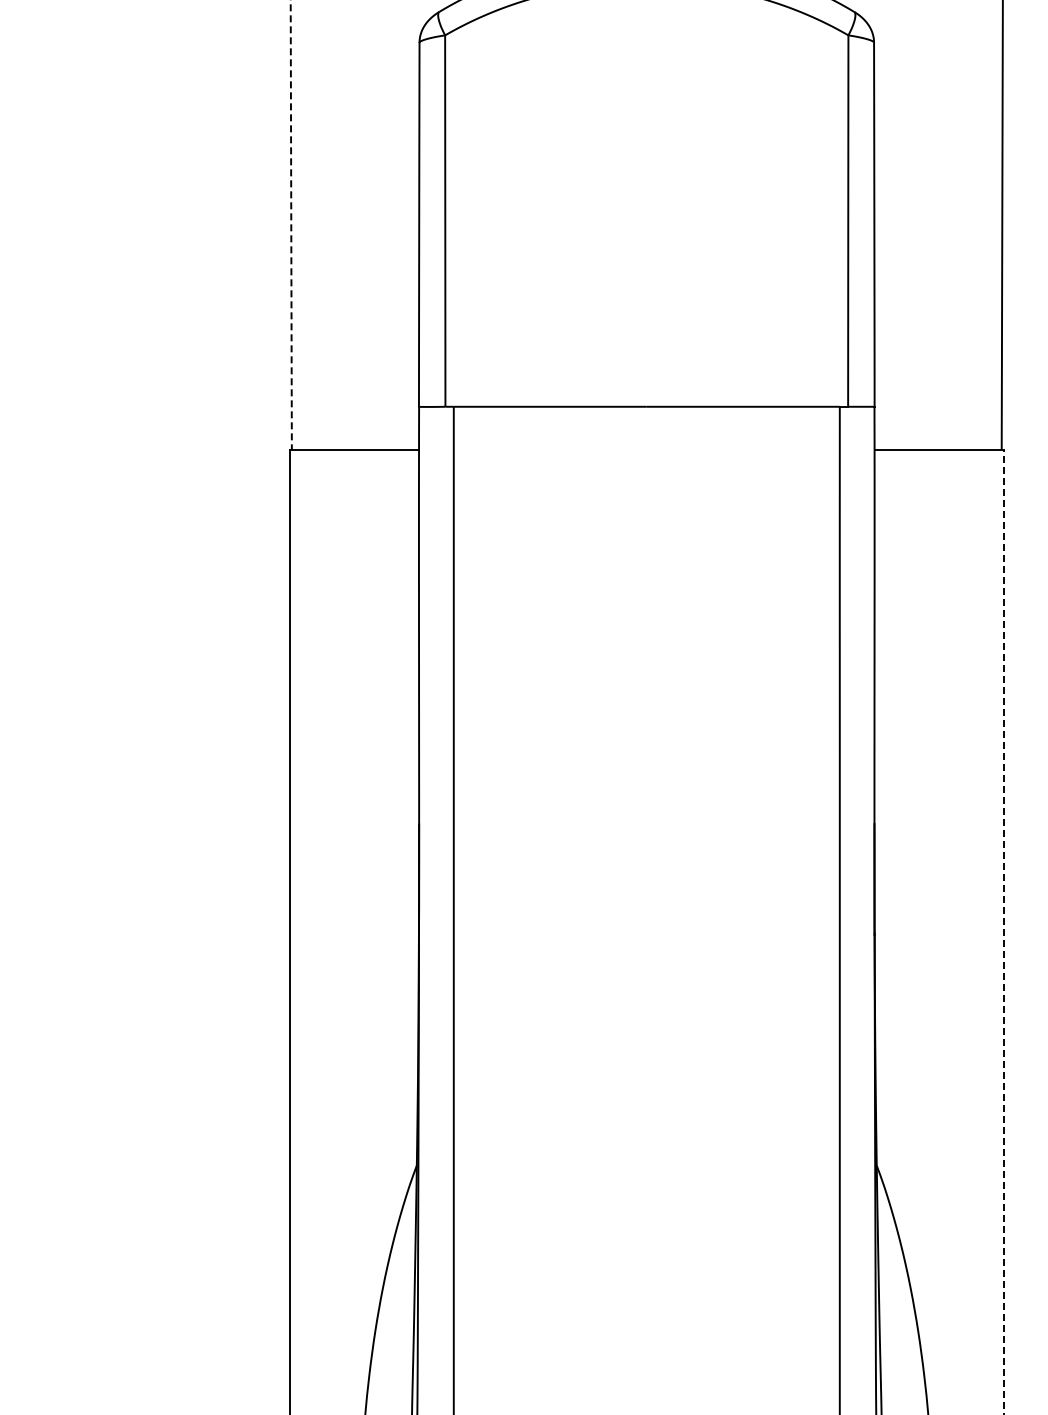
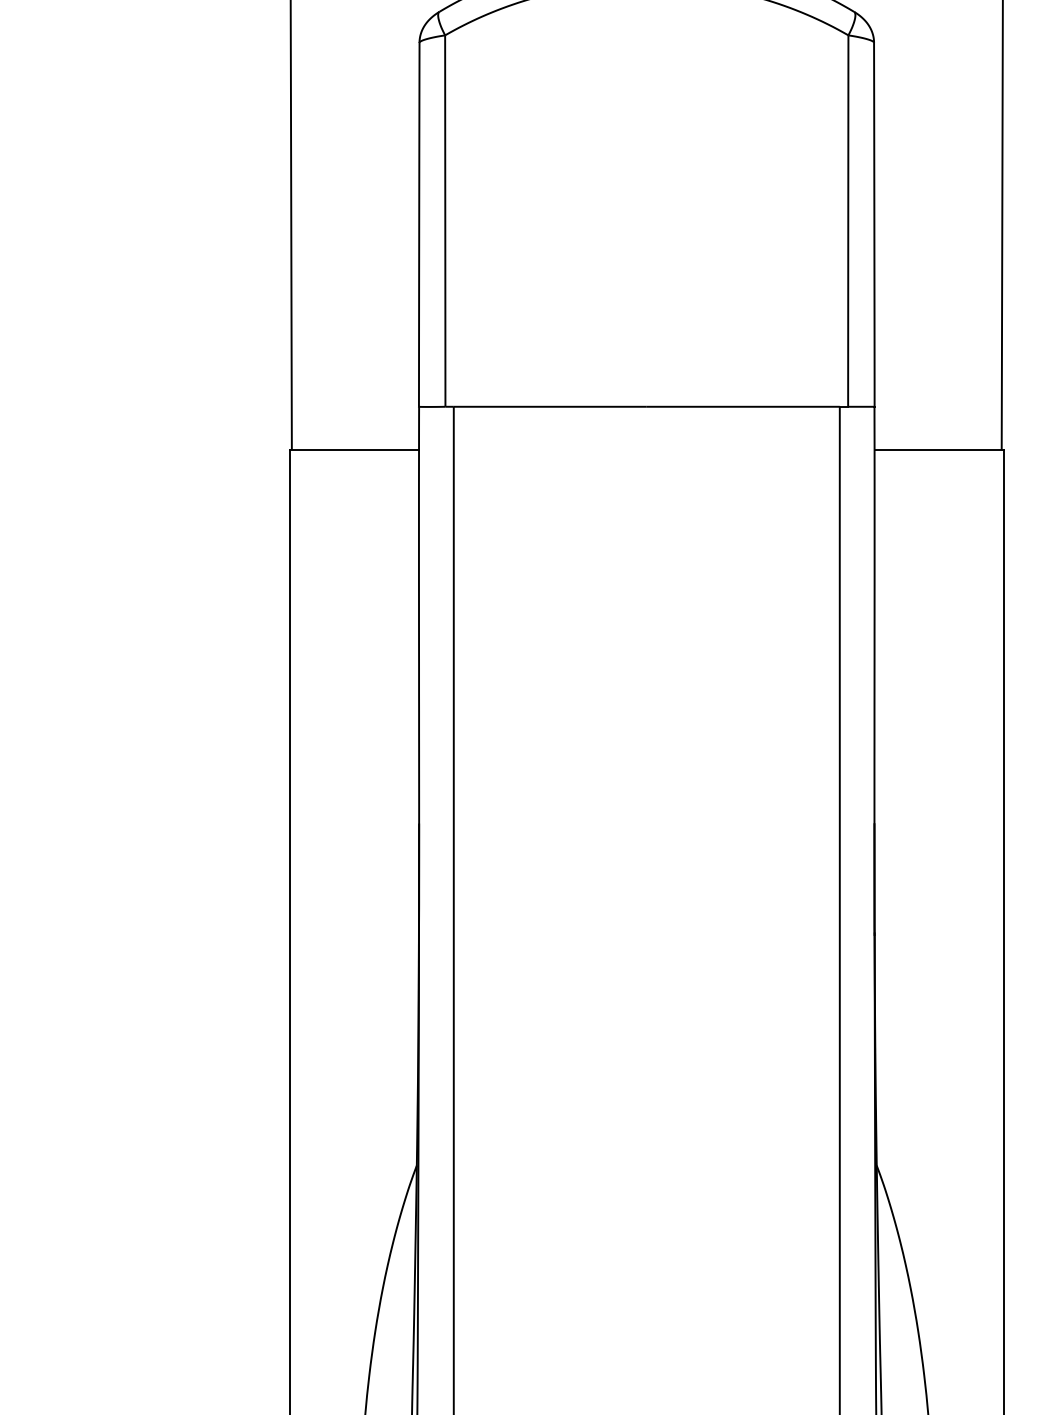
line at (291, 225): dashed -> solid
line at (1004, 931): dashed -> solid
